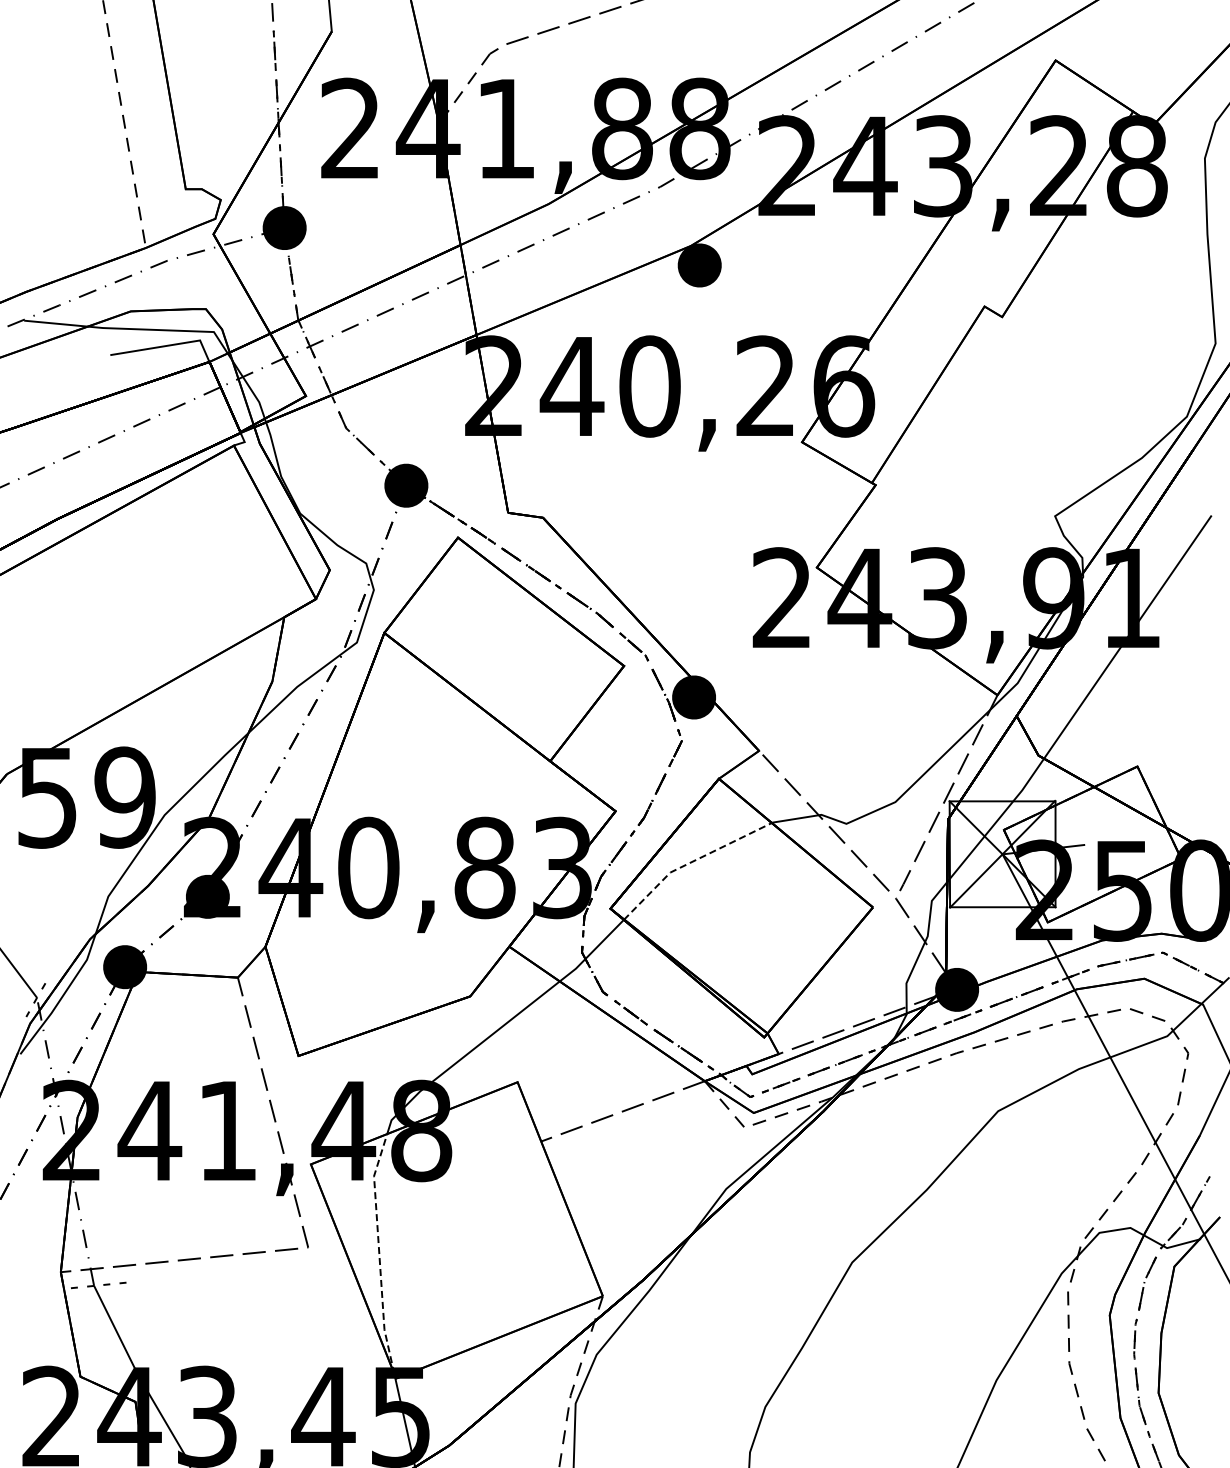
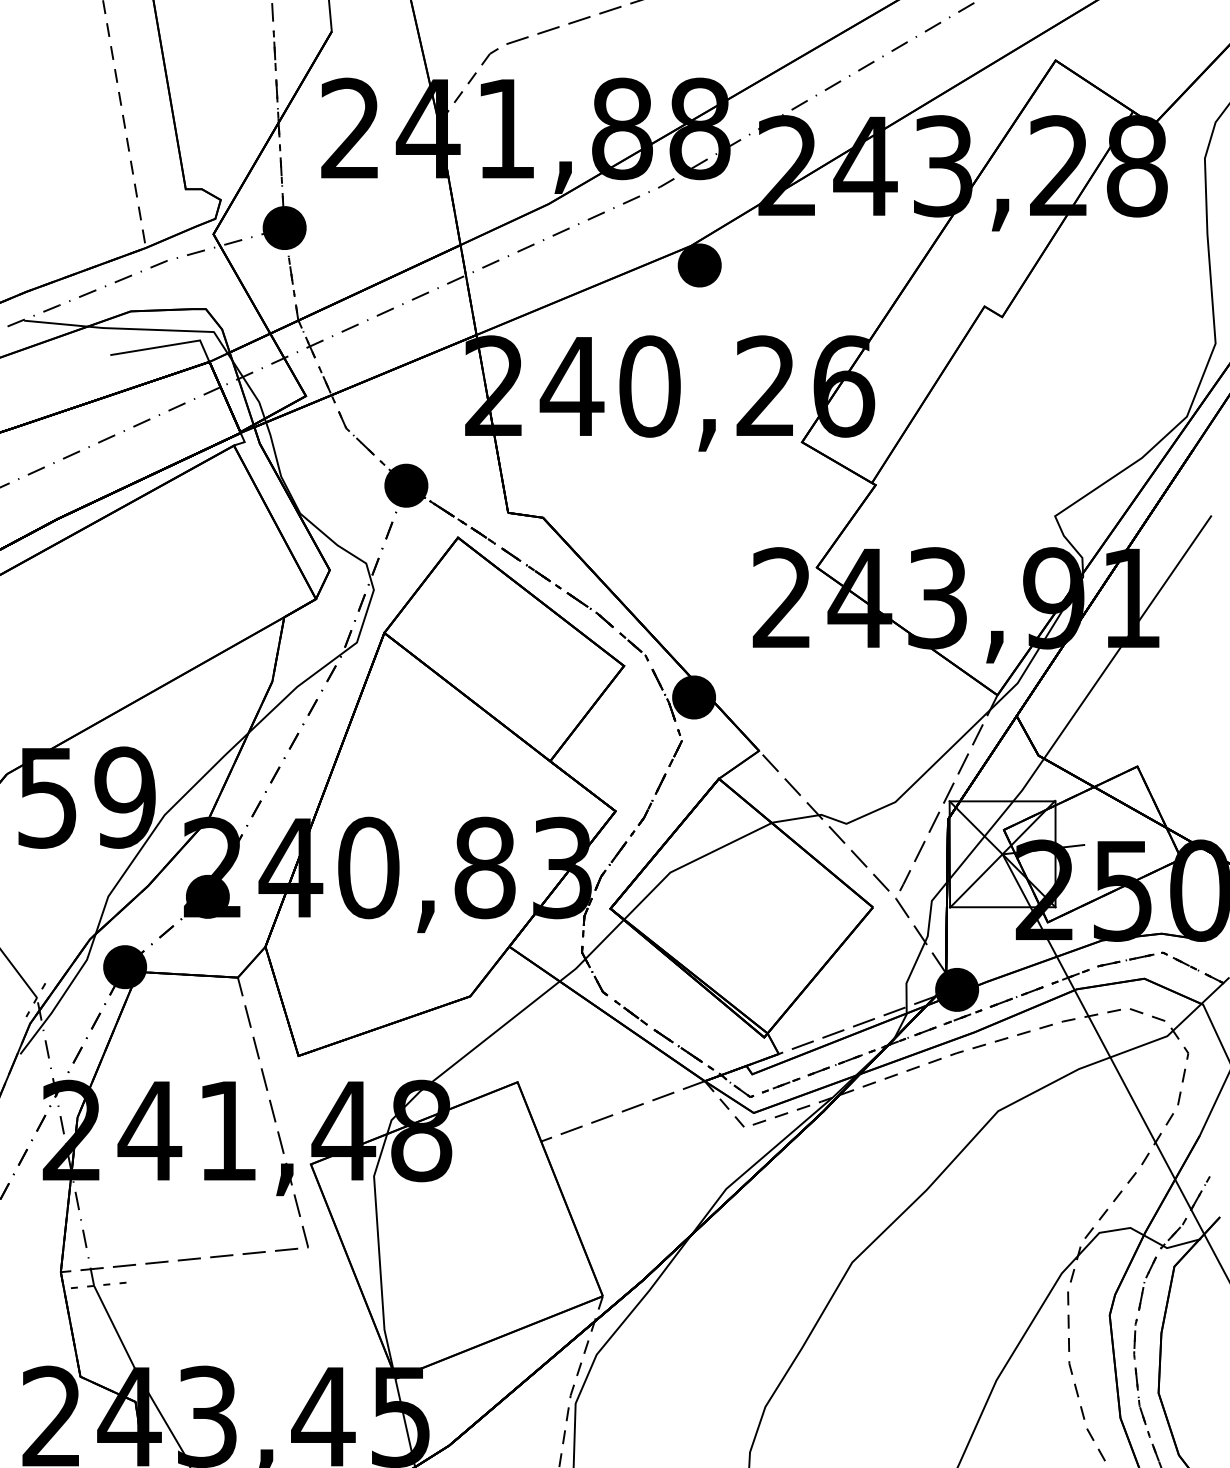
line at (691, 862): dashed -> solid
line at (379, 1253): dashed -> solid
